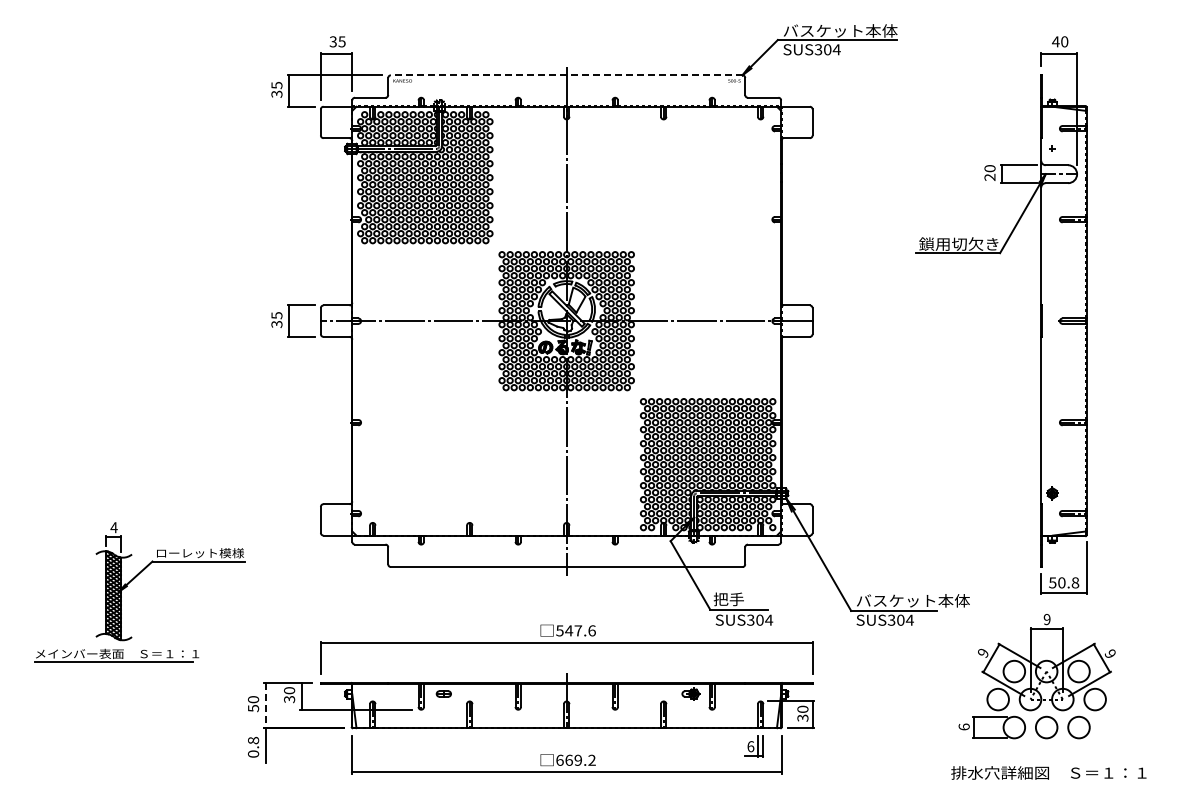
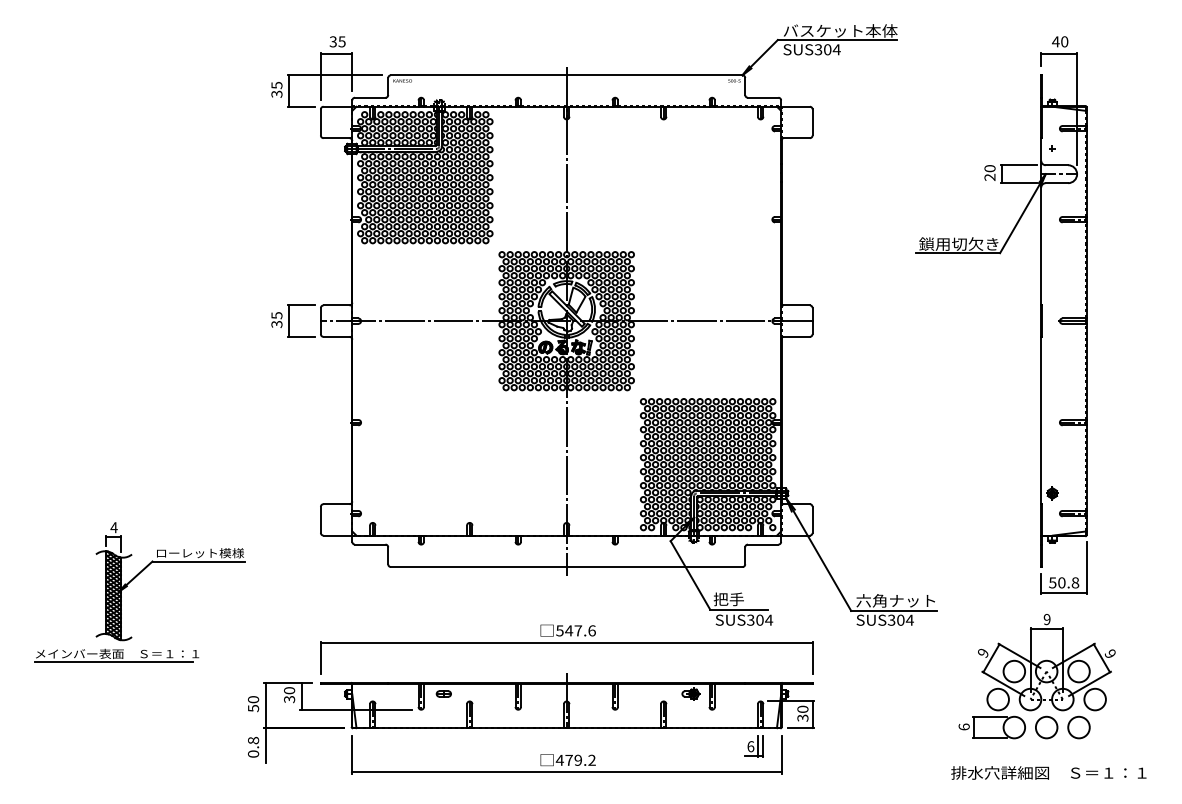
line at (566, 75): dashed -> solid
text at (912, 600): バスケット本体 -> 六角ナット
line at (265, 705): dashed -> solid
text at (563, 759): 669.2 -> 479.2
